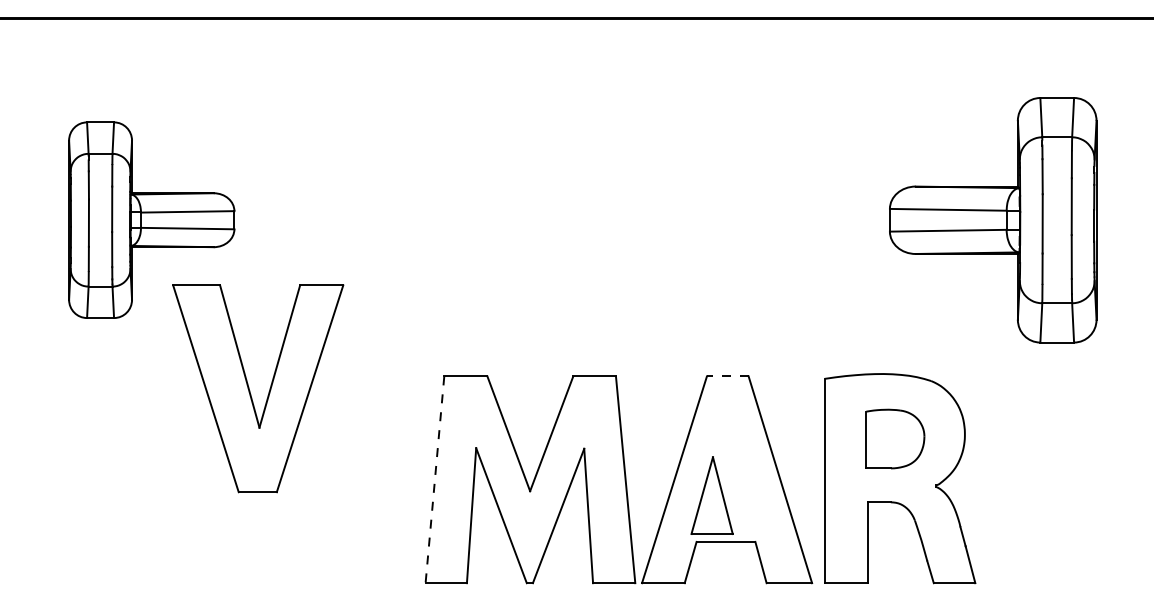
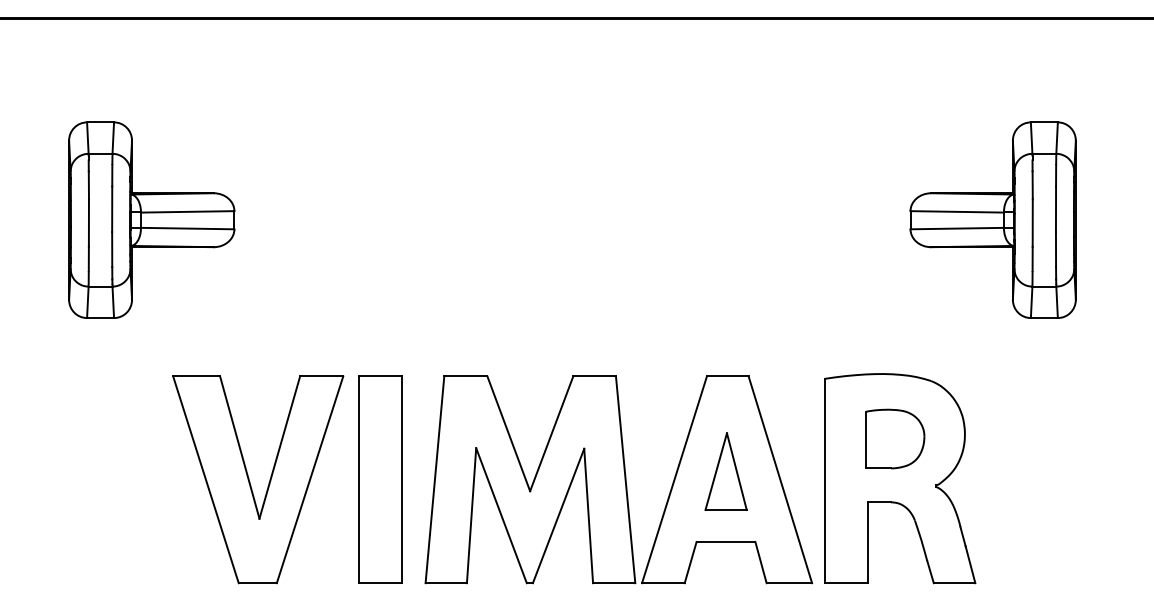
part at (993, 220) size: 209x247 px -> 168x198 px
line at (727, 376): dashed -> solid
part at (250, 390) position: (250, 390) -> (250, 481)
part at (380, 479): none -> present
line at (434, 479): dashed -> solid
part at (711, 495) position: (711, 495) -> (725, 471)
